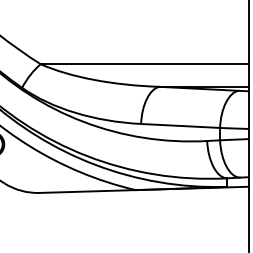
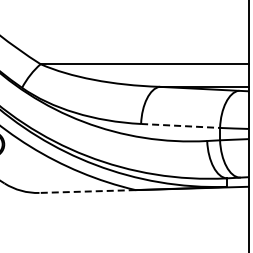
line at (180, 125): solid -> dashed
line at (87, 191): solid -> dashed
